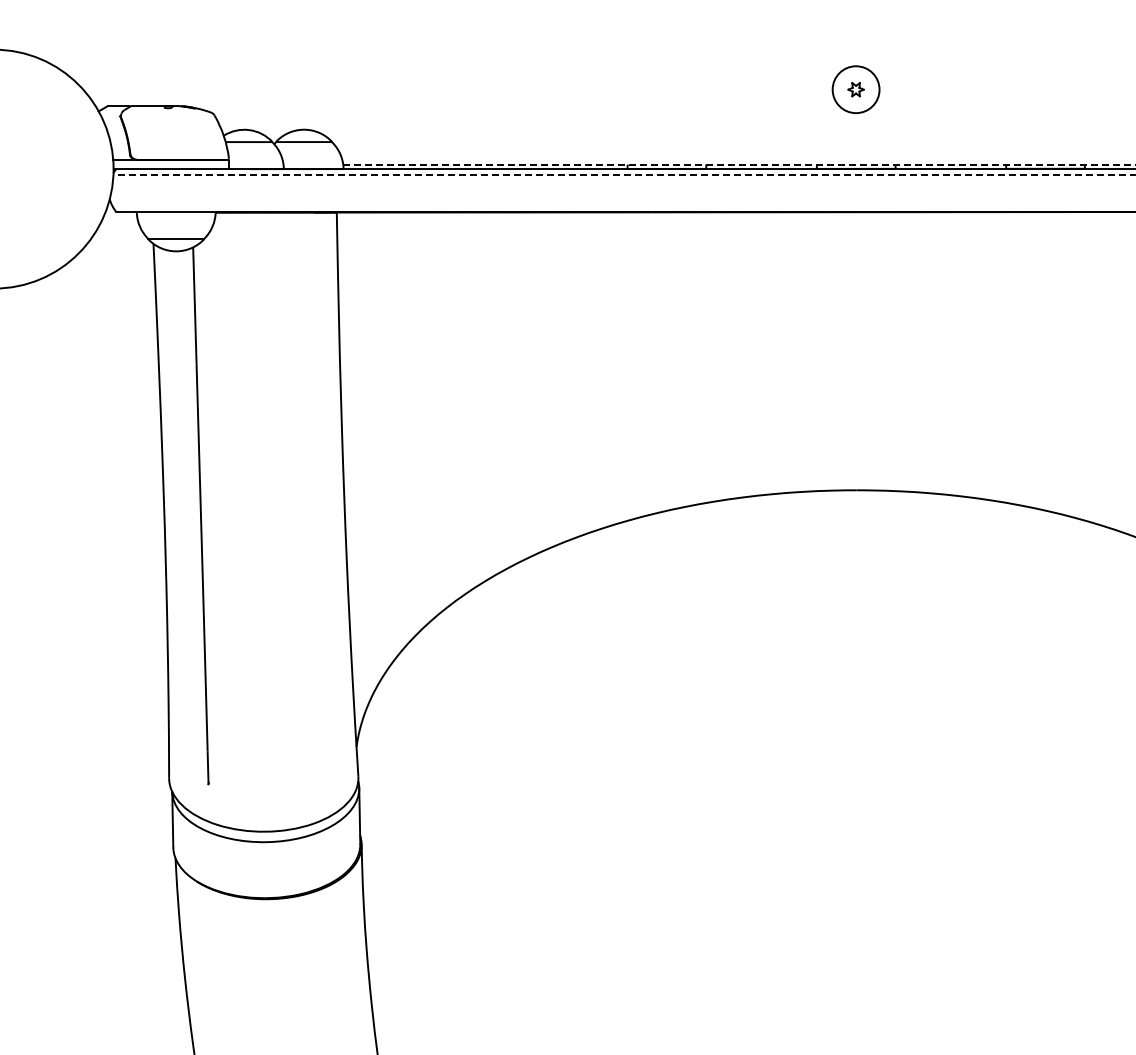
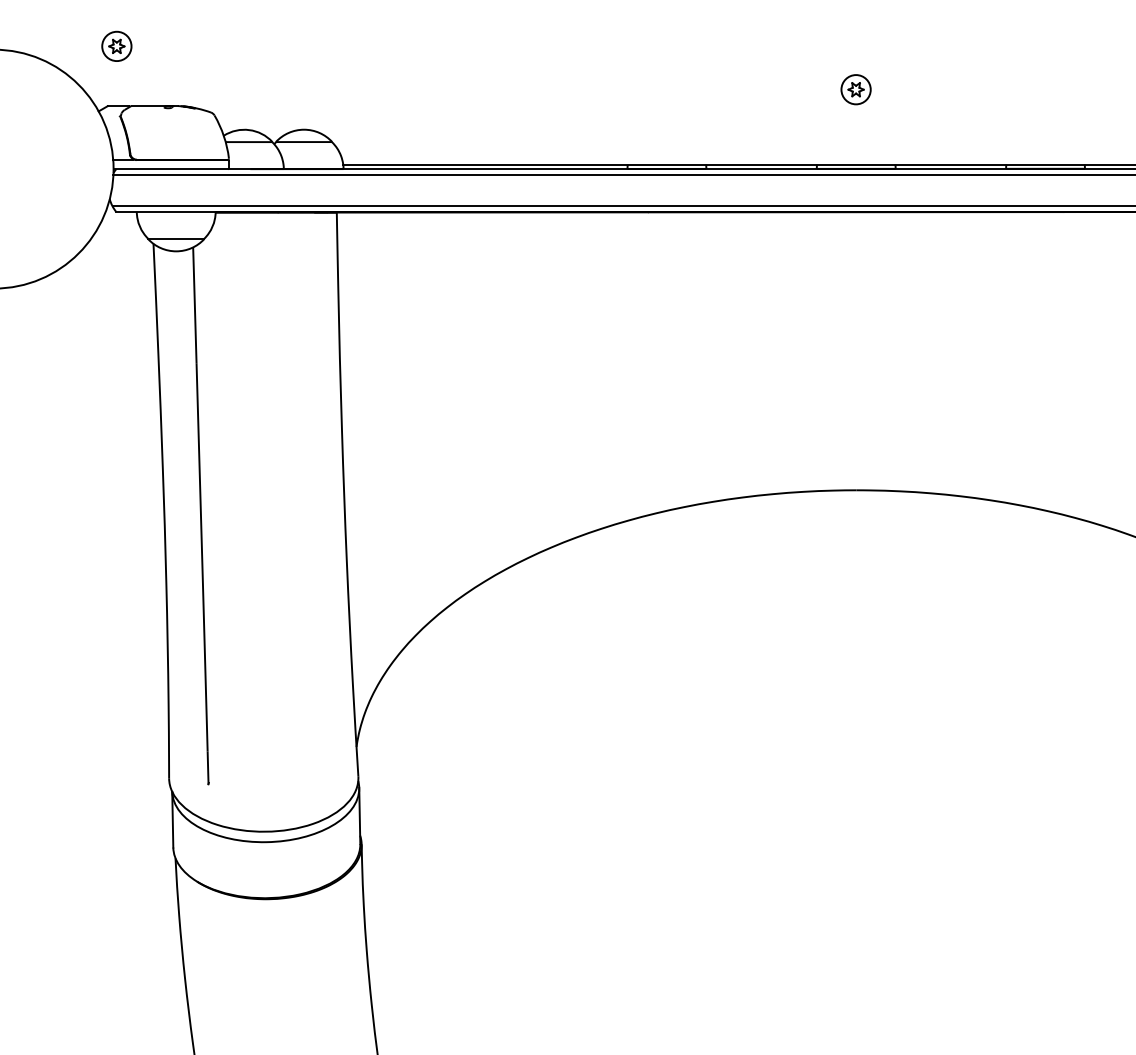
part at (116, 45): none -> present
circle at (855, 89) diameter: 47 px -> 29 px
line at (739, 164): dashed -> solid
line at (624, 174): dashed -> solid
line at (622, 206): none -> present
